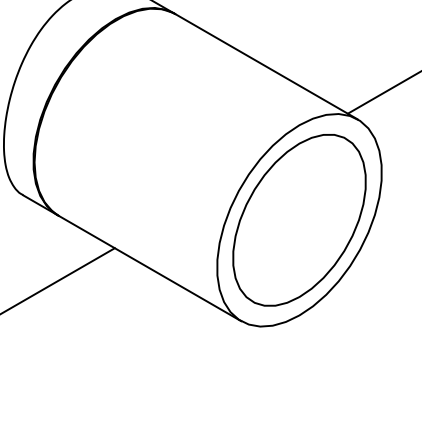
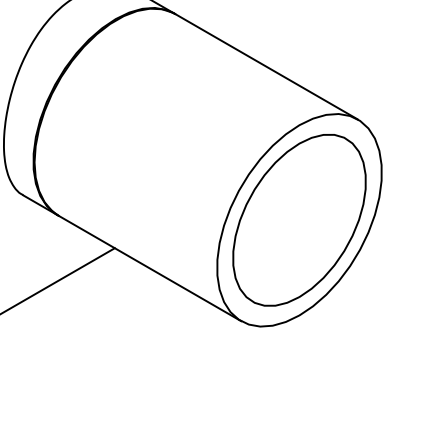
line at (382, 93): present -> none
